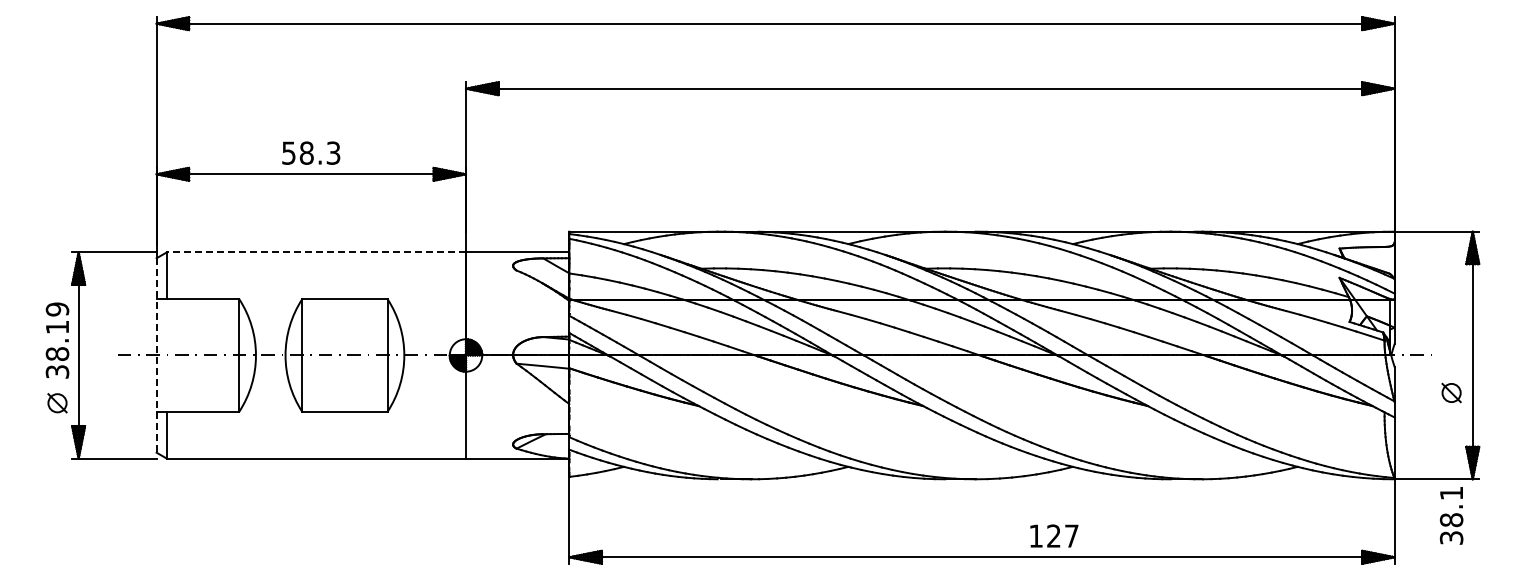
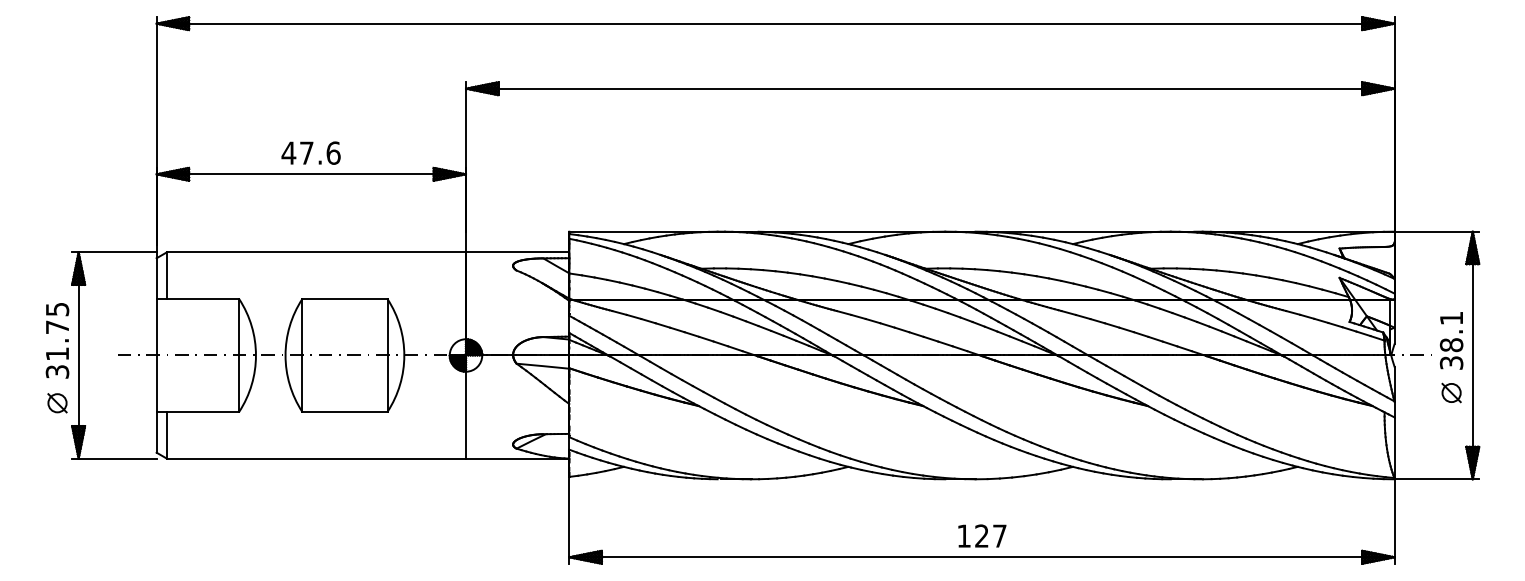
text at (310, 152): 58.3 -> 47.6
line at (316, 252): dashed -> solid
text at (57, 331): 38.19 -> 31.75
line at (156, 355): dashed -> solid
text at (1451, 515) position: (1451, 515) -> (1451, 340)
text at (1054, 535) position: (1054, 535) -> (982, 535)
